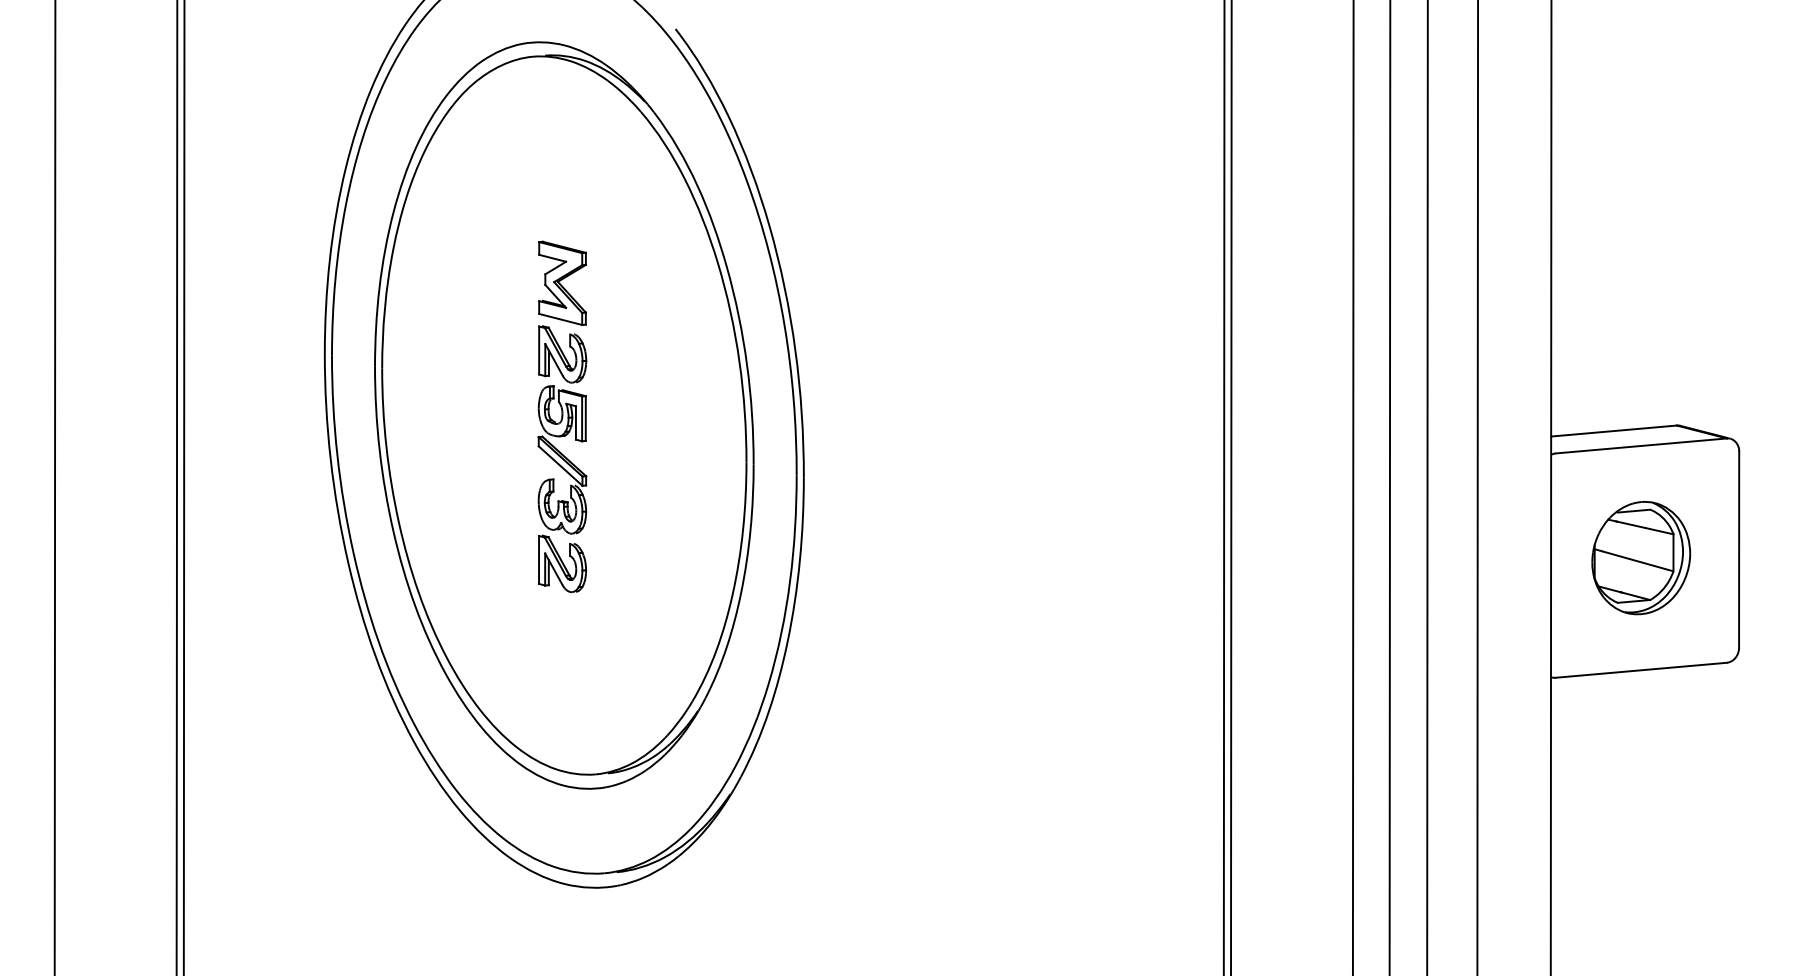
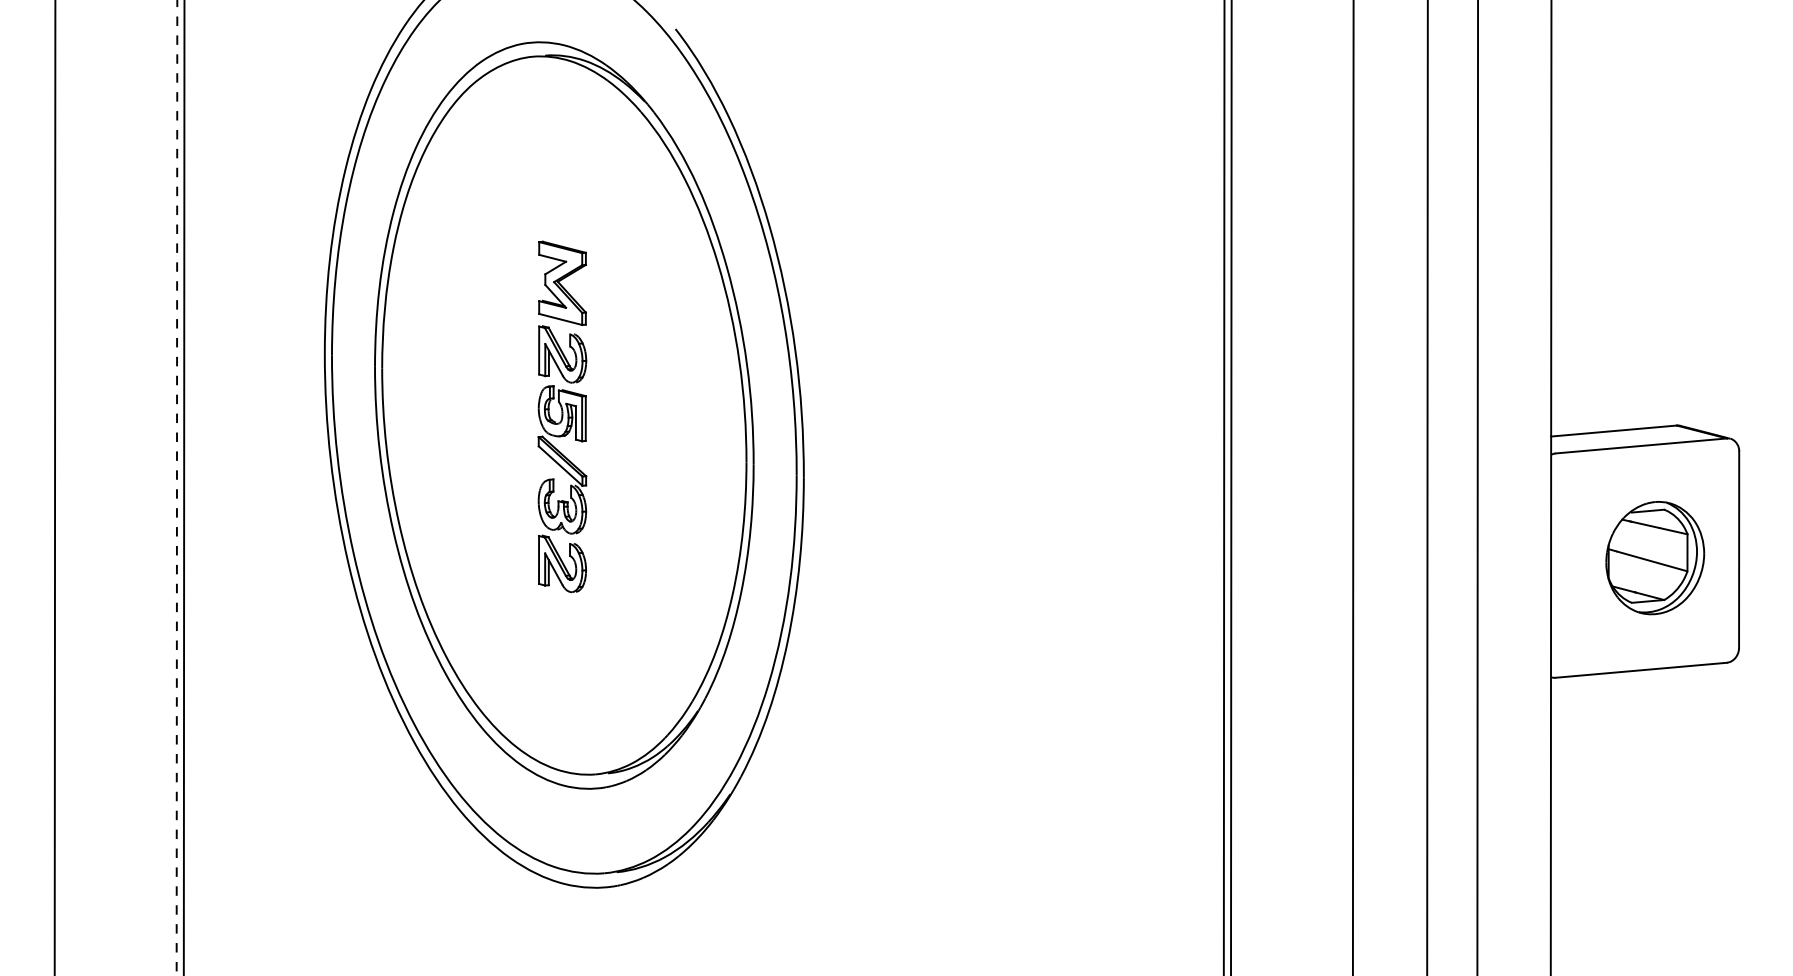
line at (1389, 487): present -> none
line at (176, 488): solid -> dashed
part at (1641, 558) position: (1641, 558) -> (1655, 558)
